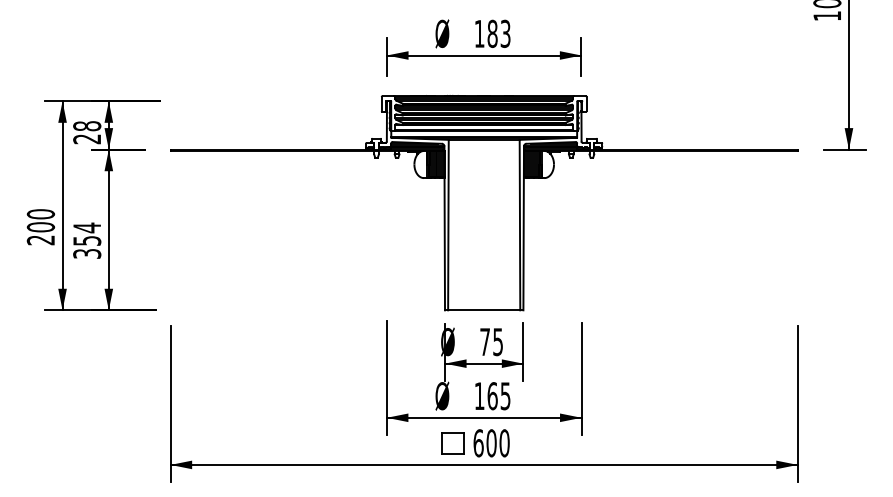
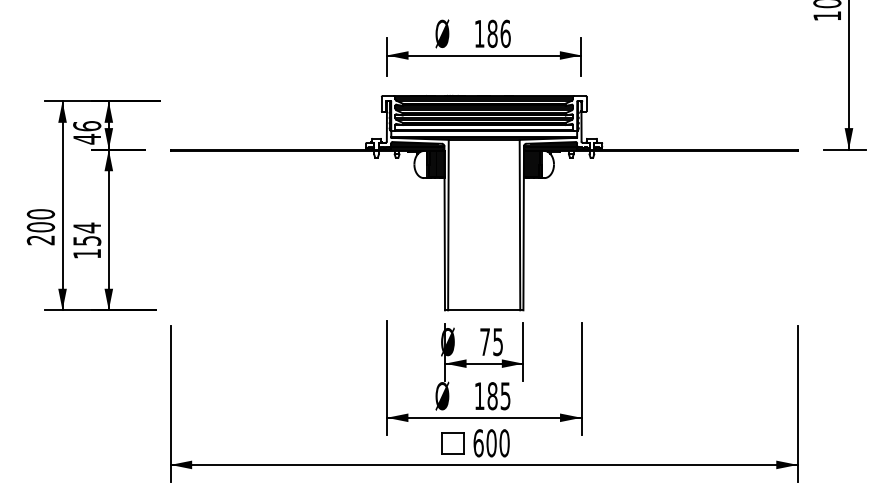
text at (505, 33): 183 -> 186
text at (87, 132): 28 -> 46
text at (87, 253): 354 -> 154
text at (492, 396): 165 -> 185
